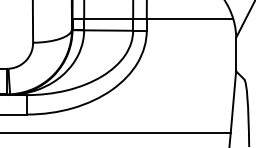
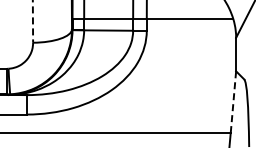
line at (32, 21): solid -> dashed
line at (233, 102): solid -> dashed
